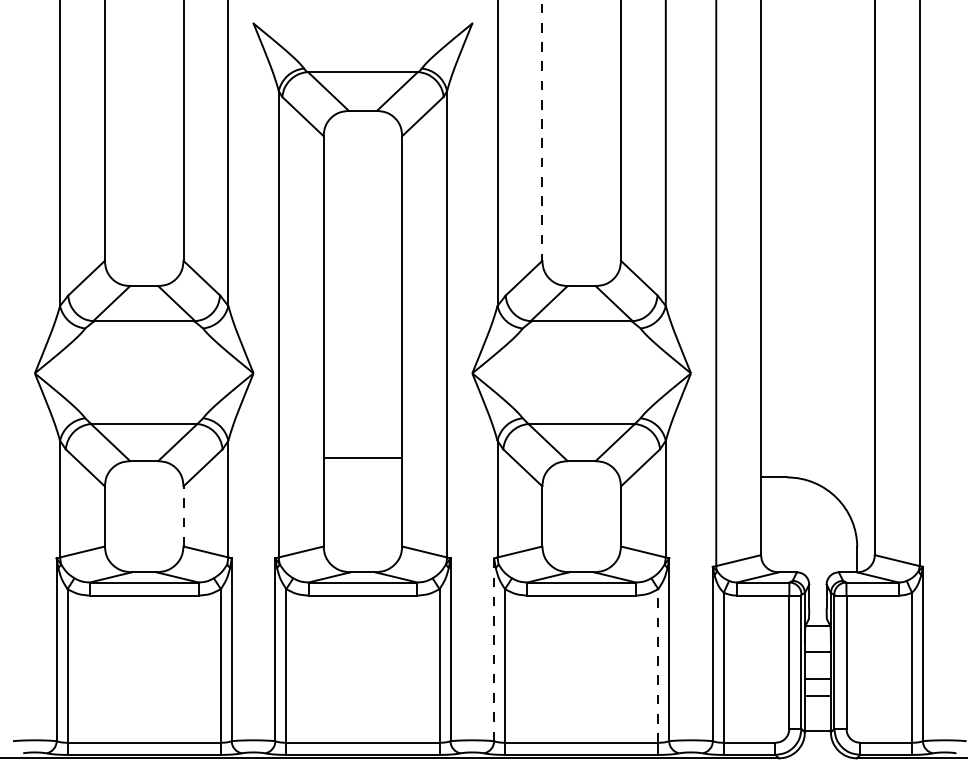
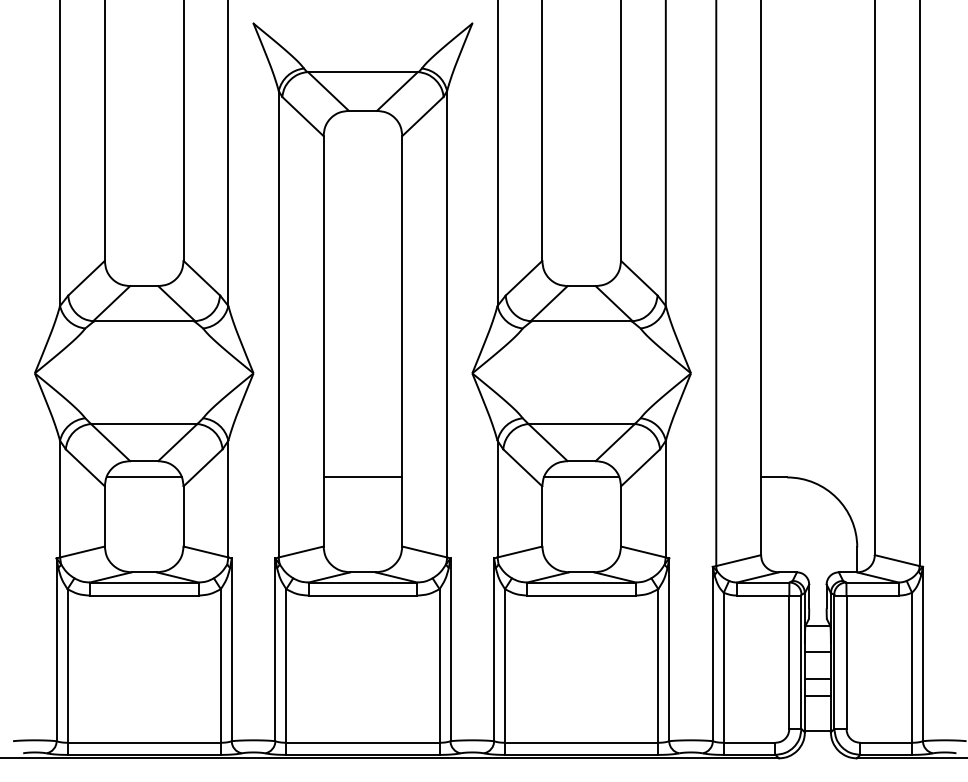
line at (542, 130): dashed -> solid
line at (362, 458) position: (362, 458) -> (362, 477)
line at (143, 477): none -> present
line at (581, 477): none -> present
line at (183, 515): dashed -> solid
line at (494, 649): dashed -> solid
line at (658, 665): dashed -> solid
